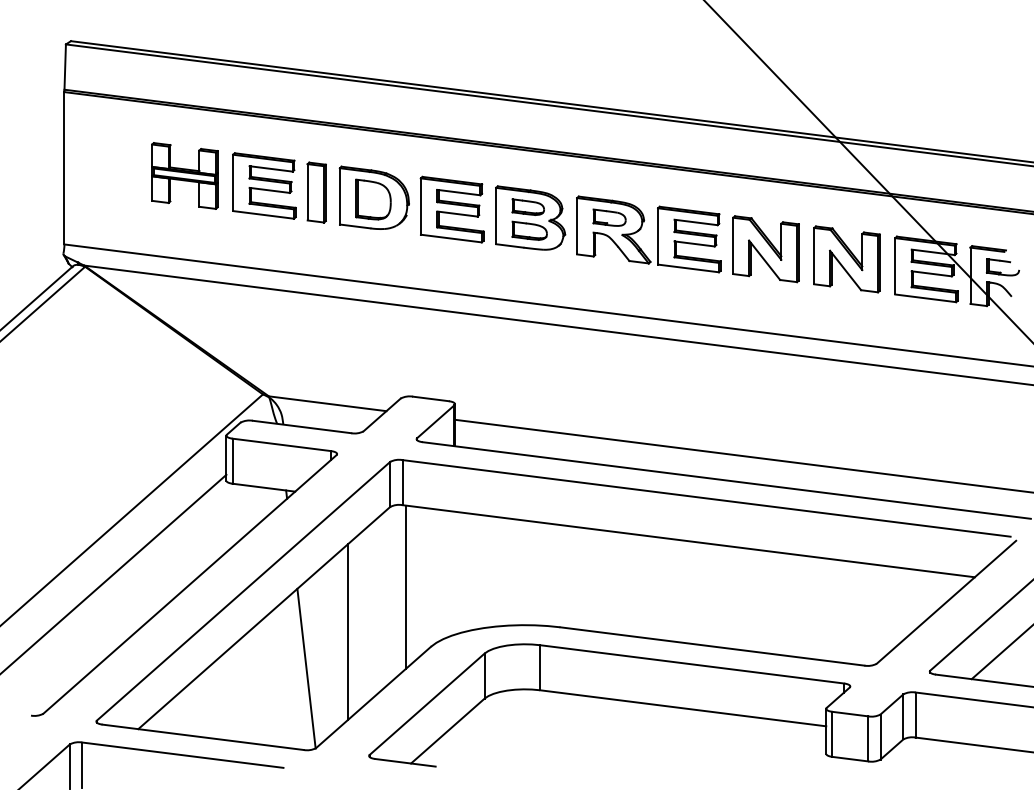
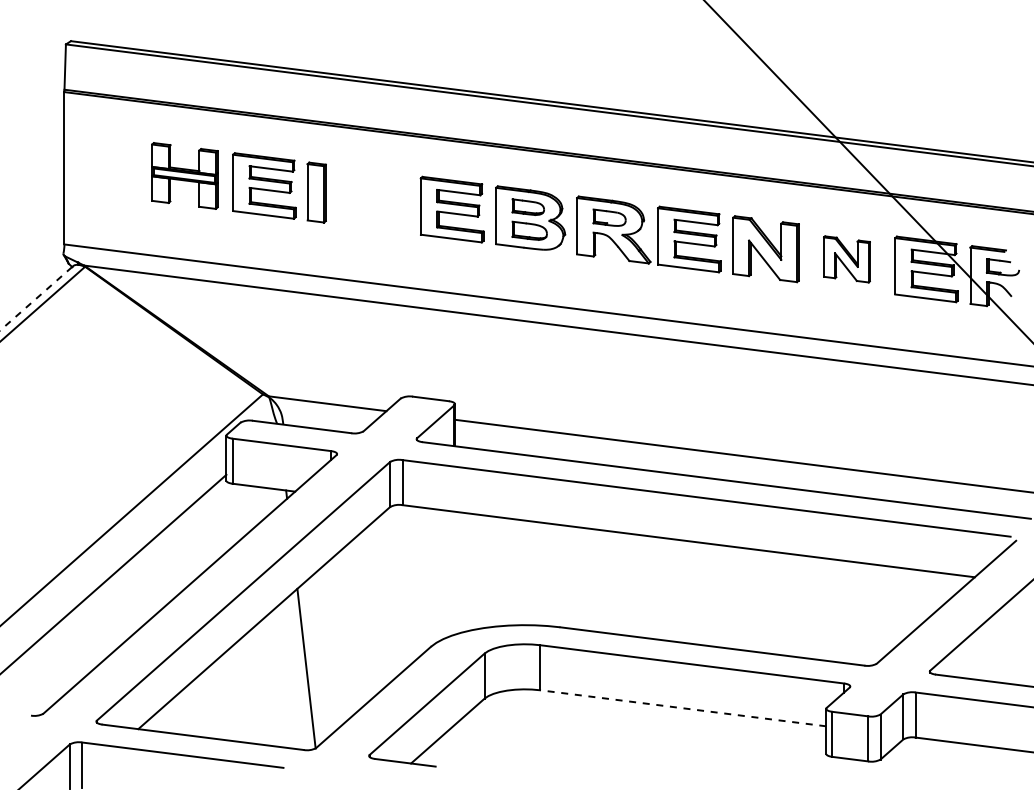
part at (373, 197): present -> none
part at (846, 259) size: 68x69 px -> 48x49 px
line at (36, 298): solid -> dashed
line at (405, 587): present -> none
line at (348, 631): present -> none
line at (1000, 653): present -> none
line at (682, 708): solid -> dashed
